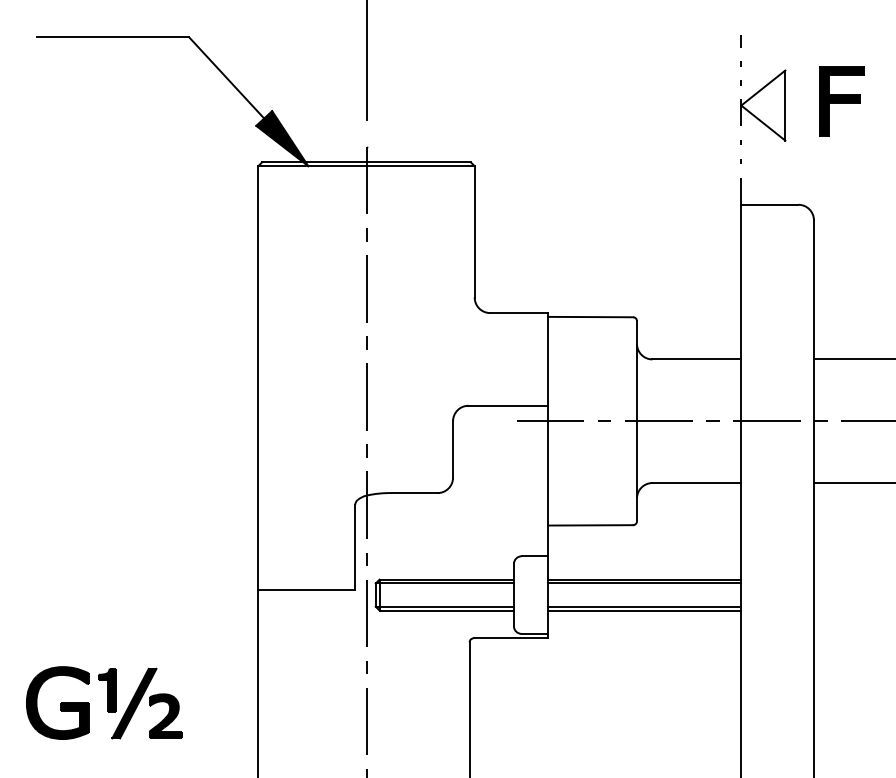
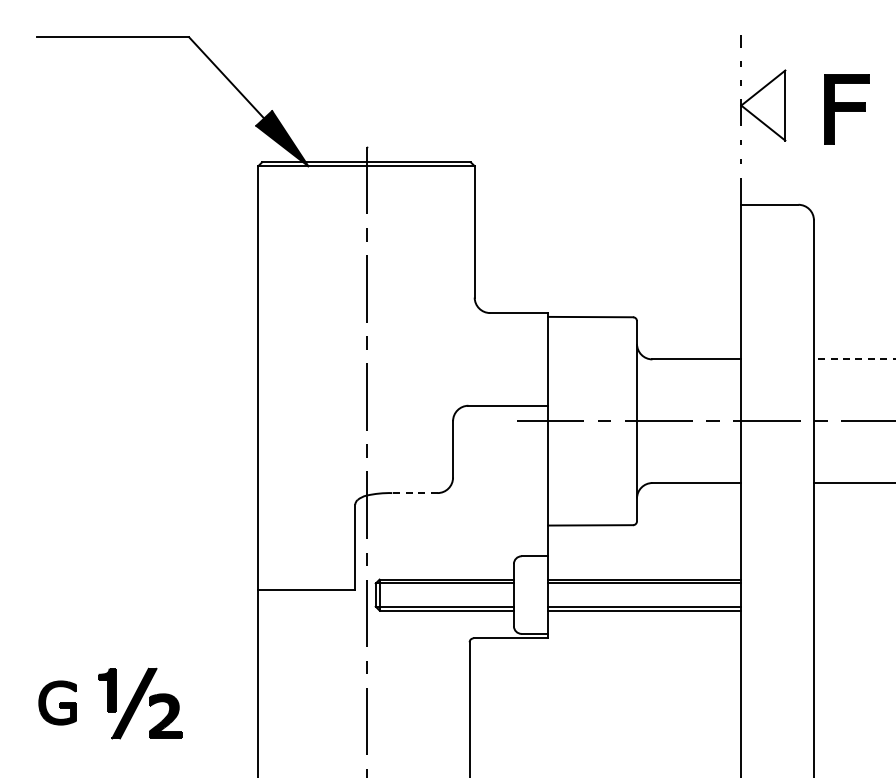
line at (366, 60): present -> none
part at (841, 101) position: (841, 101) -> (846, 109)
line at (854, 359): solid -> dashed
line at (414, 493): solid -> dashed
part at (57, 702) size: 64x74 px -> 39x46 px
